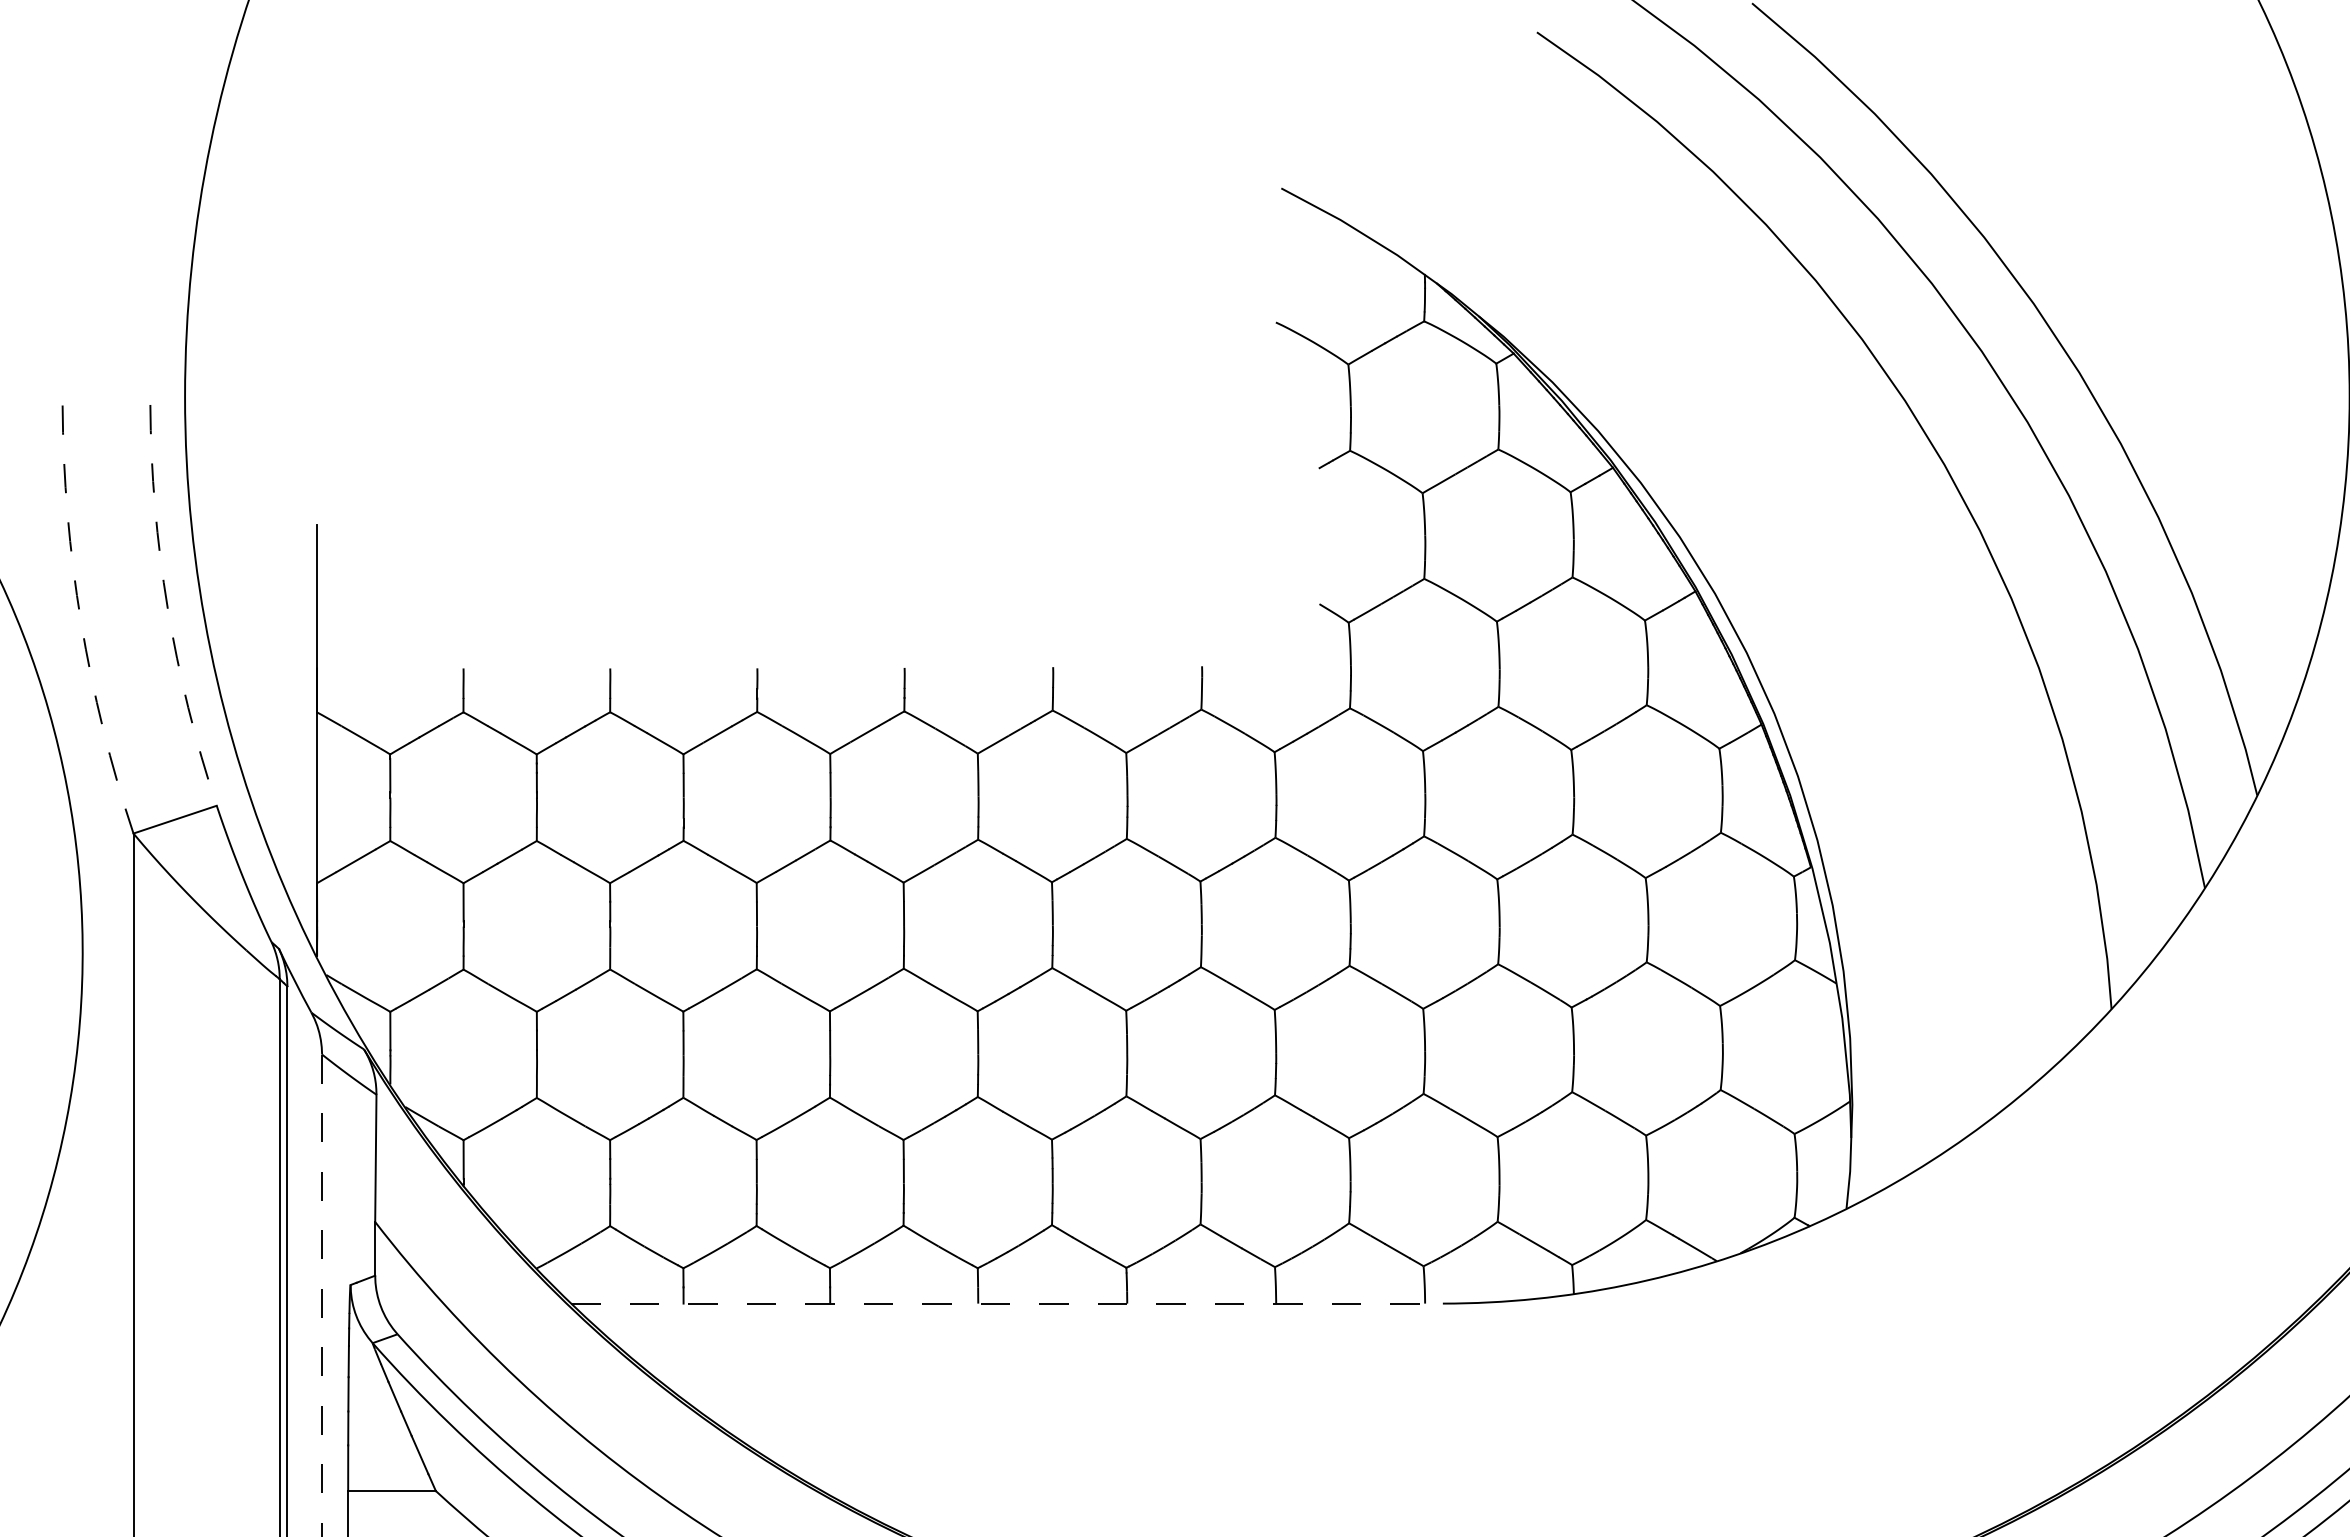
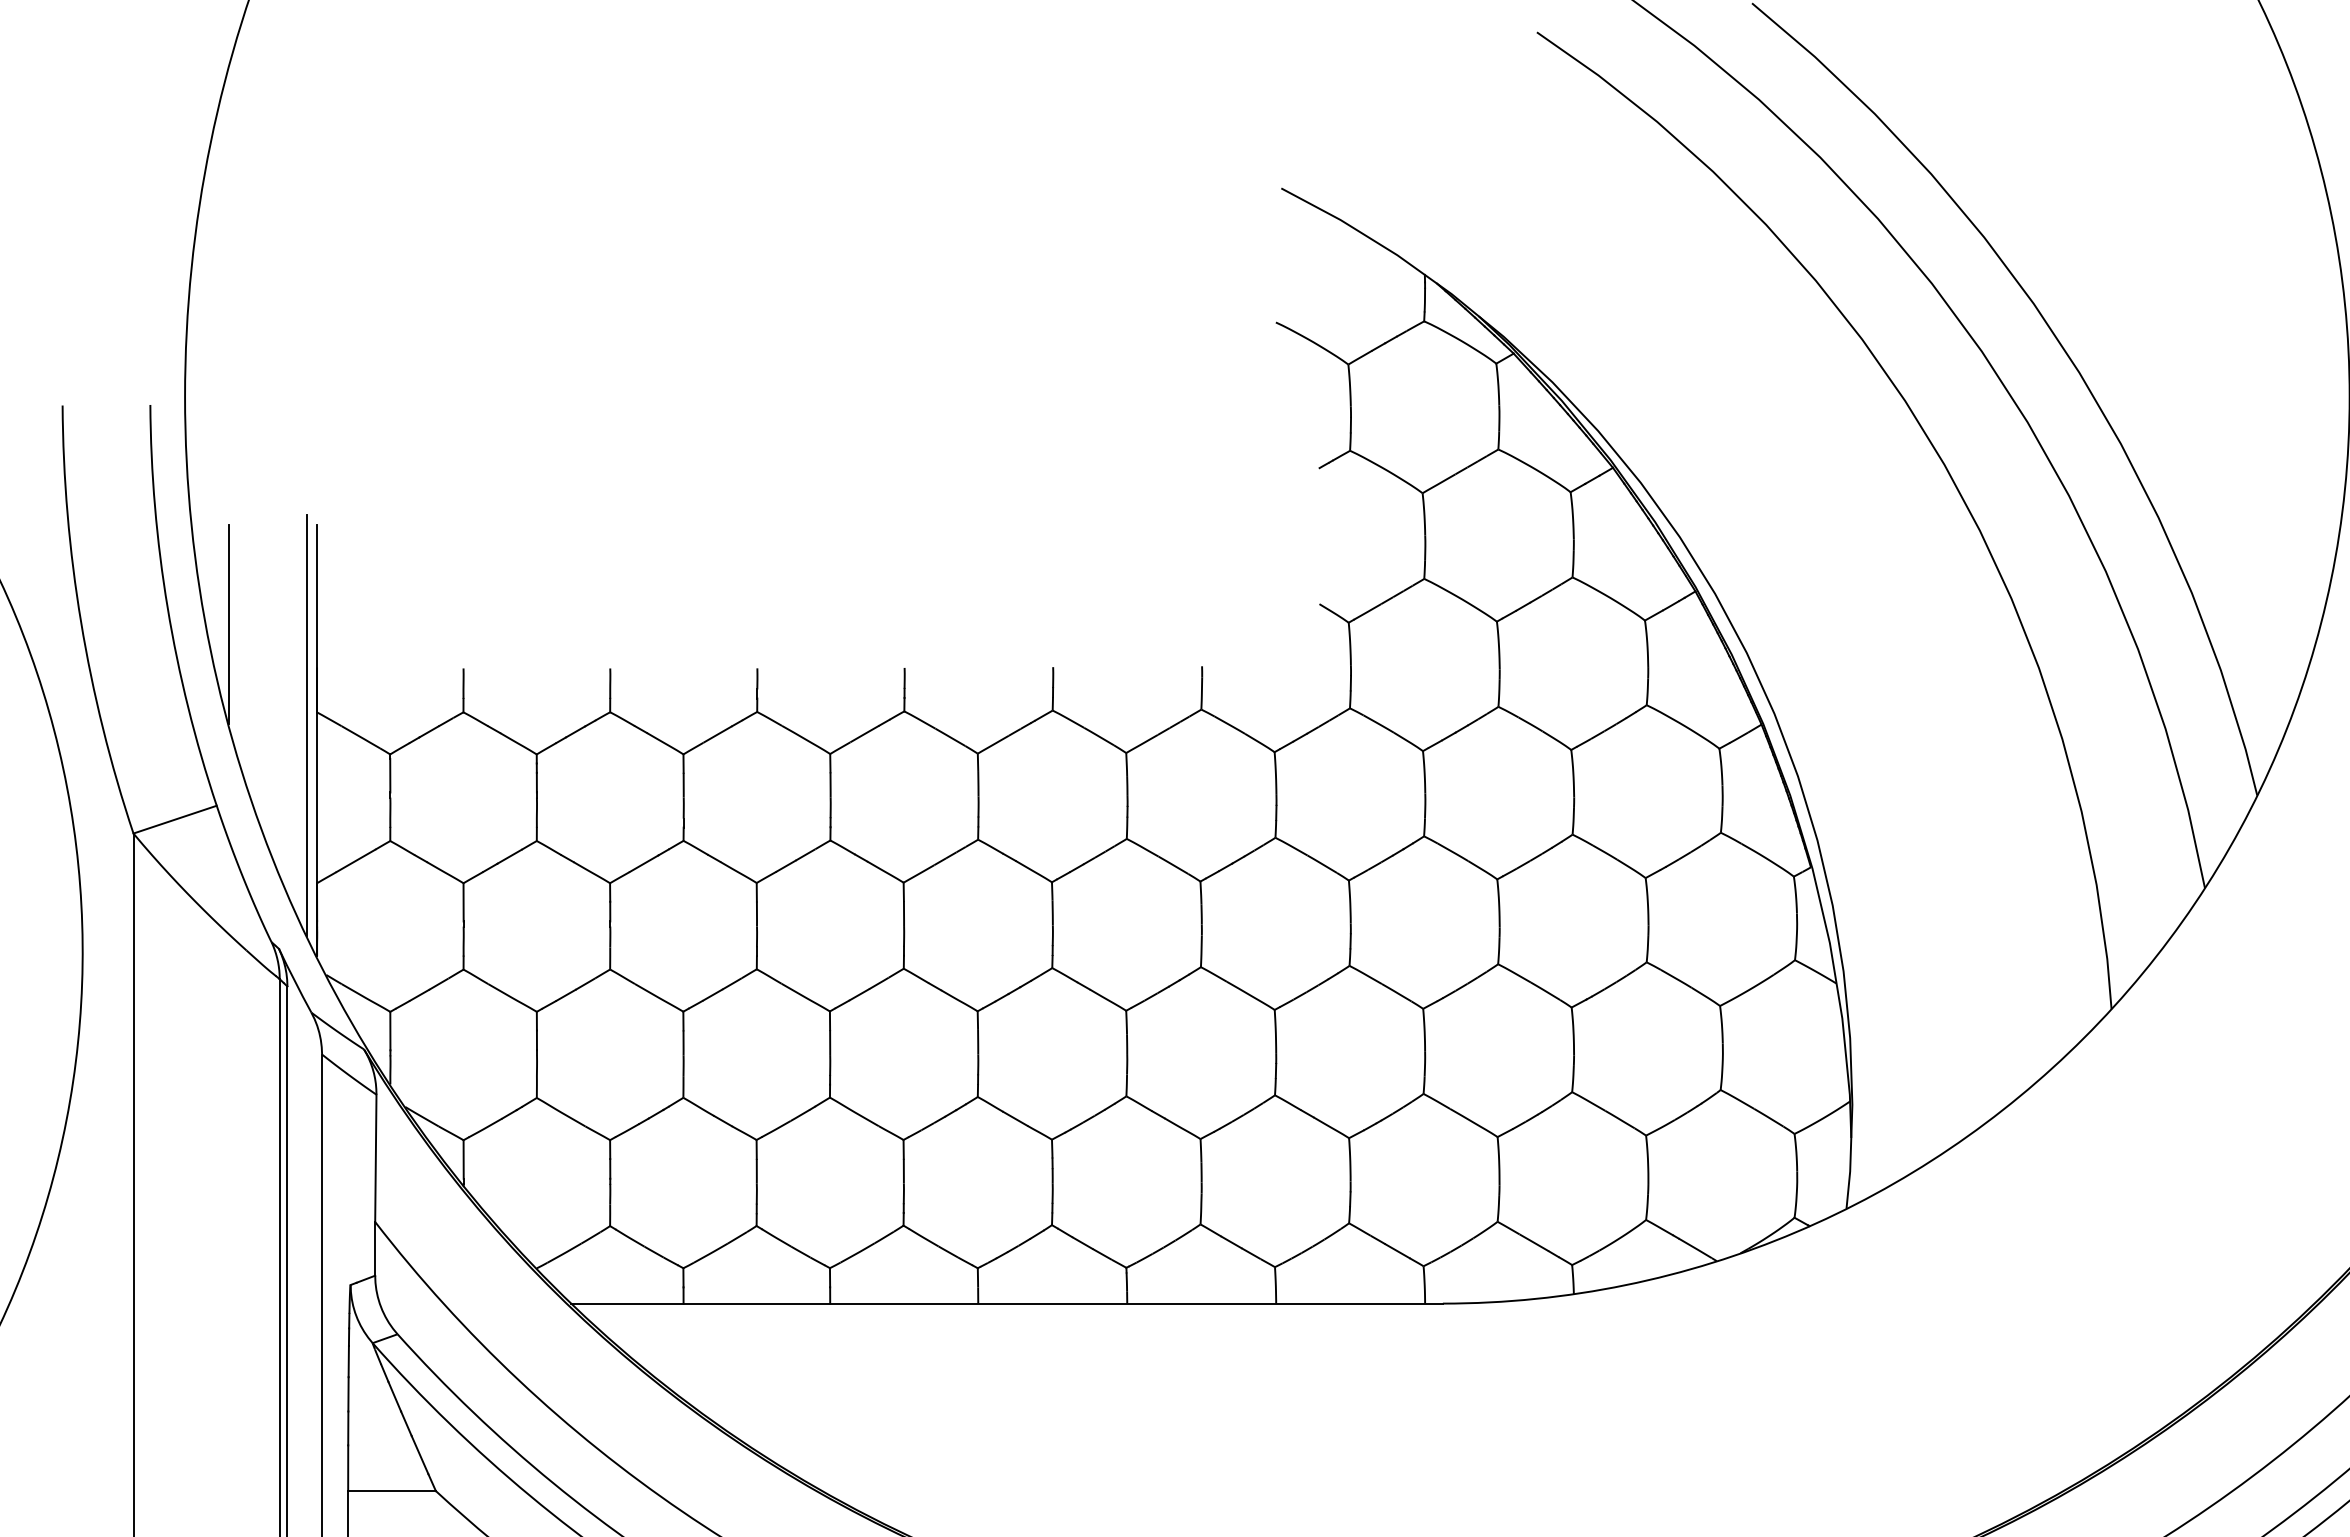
arc at (167, 608): dashed -> solid
arc at (81, 622): dashed -> solid
line at (228, 624): none -> present
line at (306, 725): none -> present
line at (322, 1295): dashed -> solid
line at (1007, 1303): dashed -> solid
